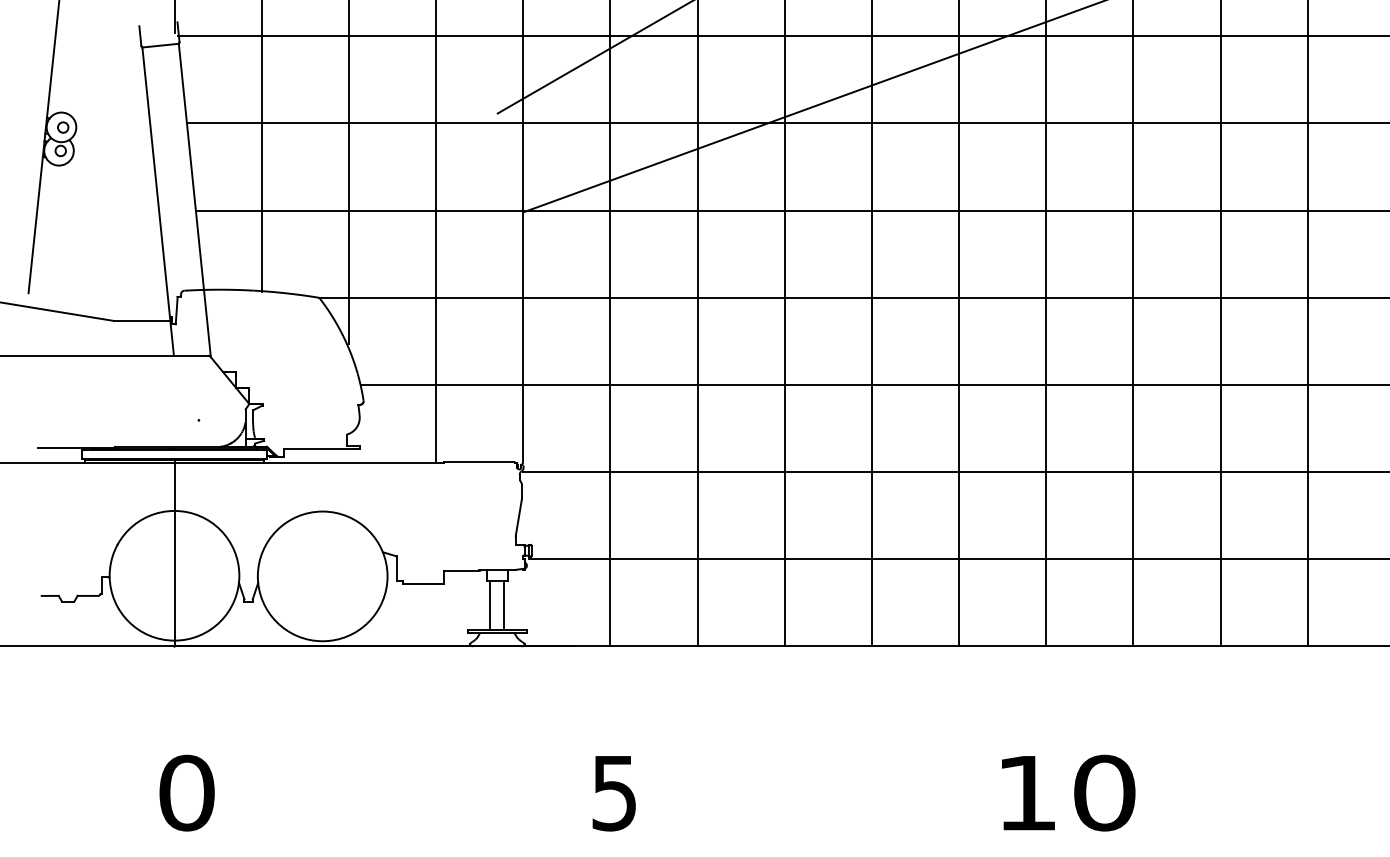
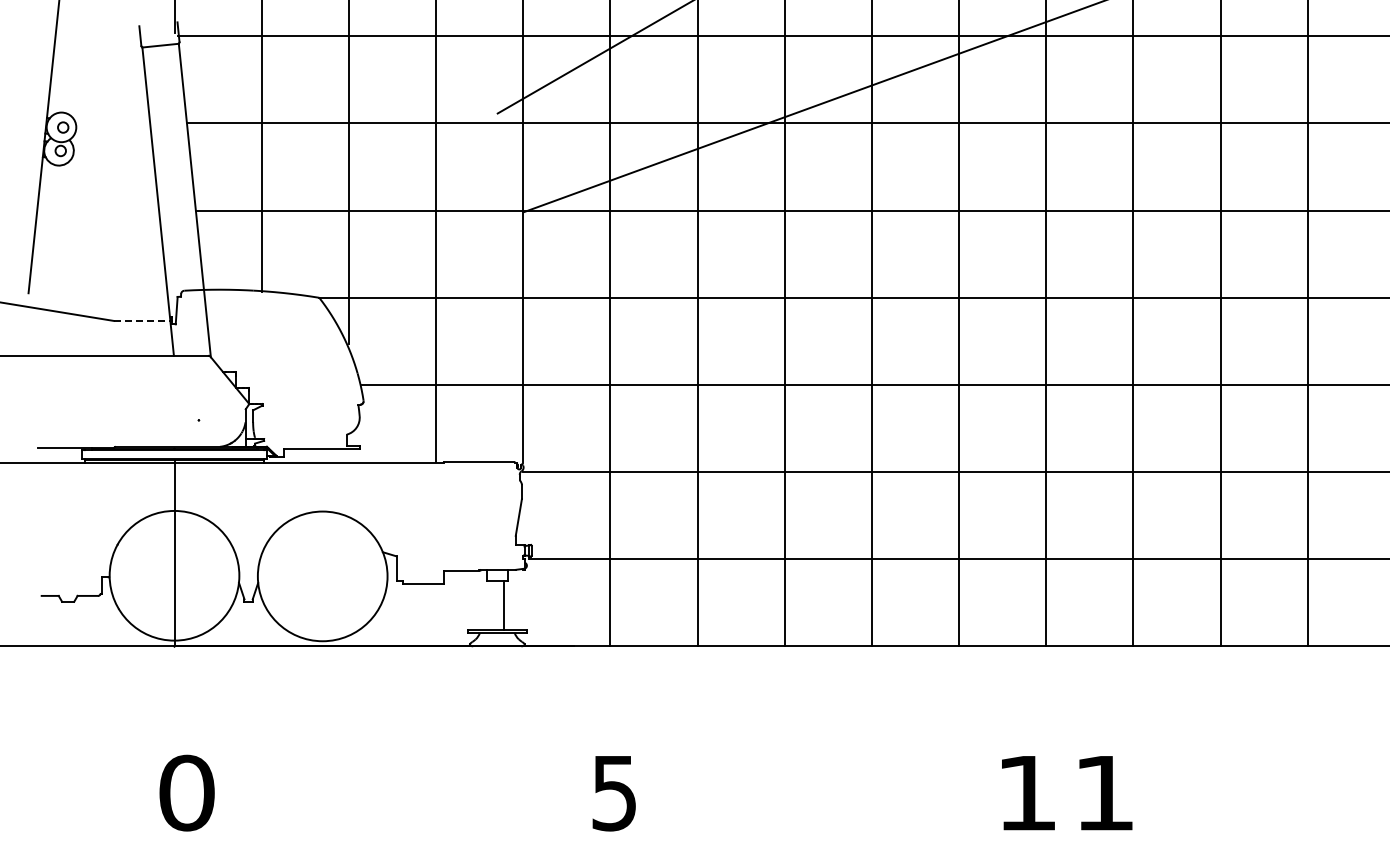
line at (142, 320): solid -> dashed
line at (490, 605): present -> none
text at (1104, 792): 10 -> 11
